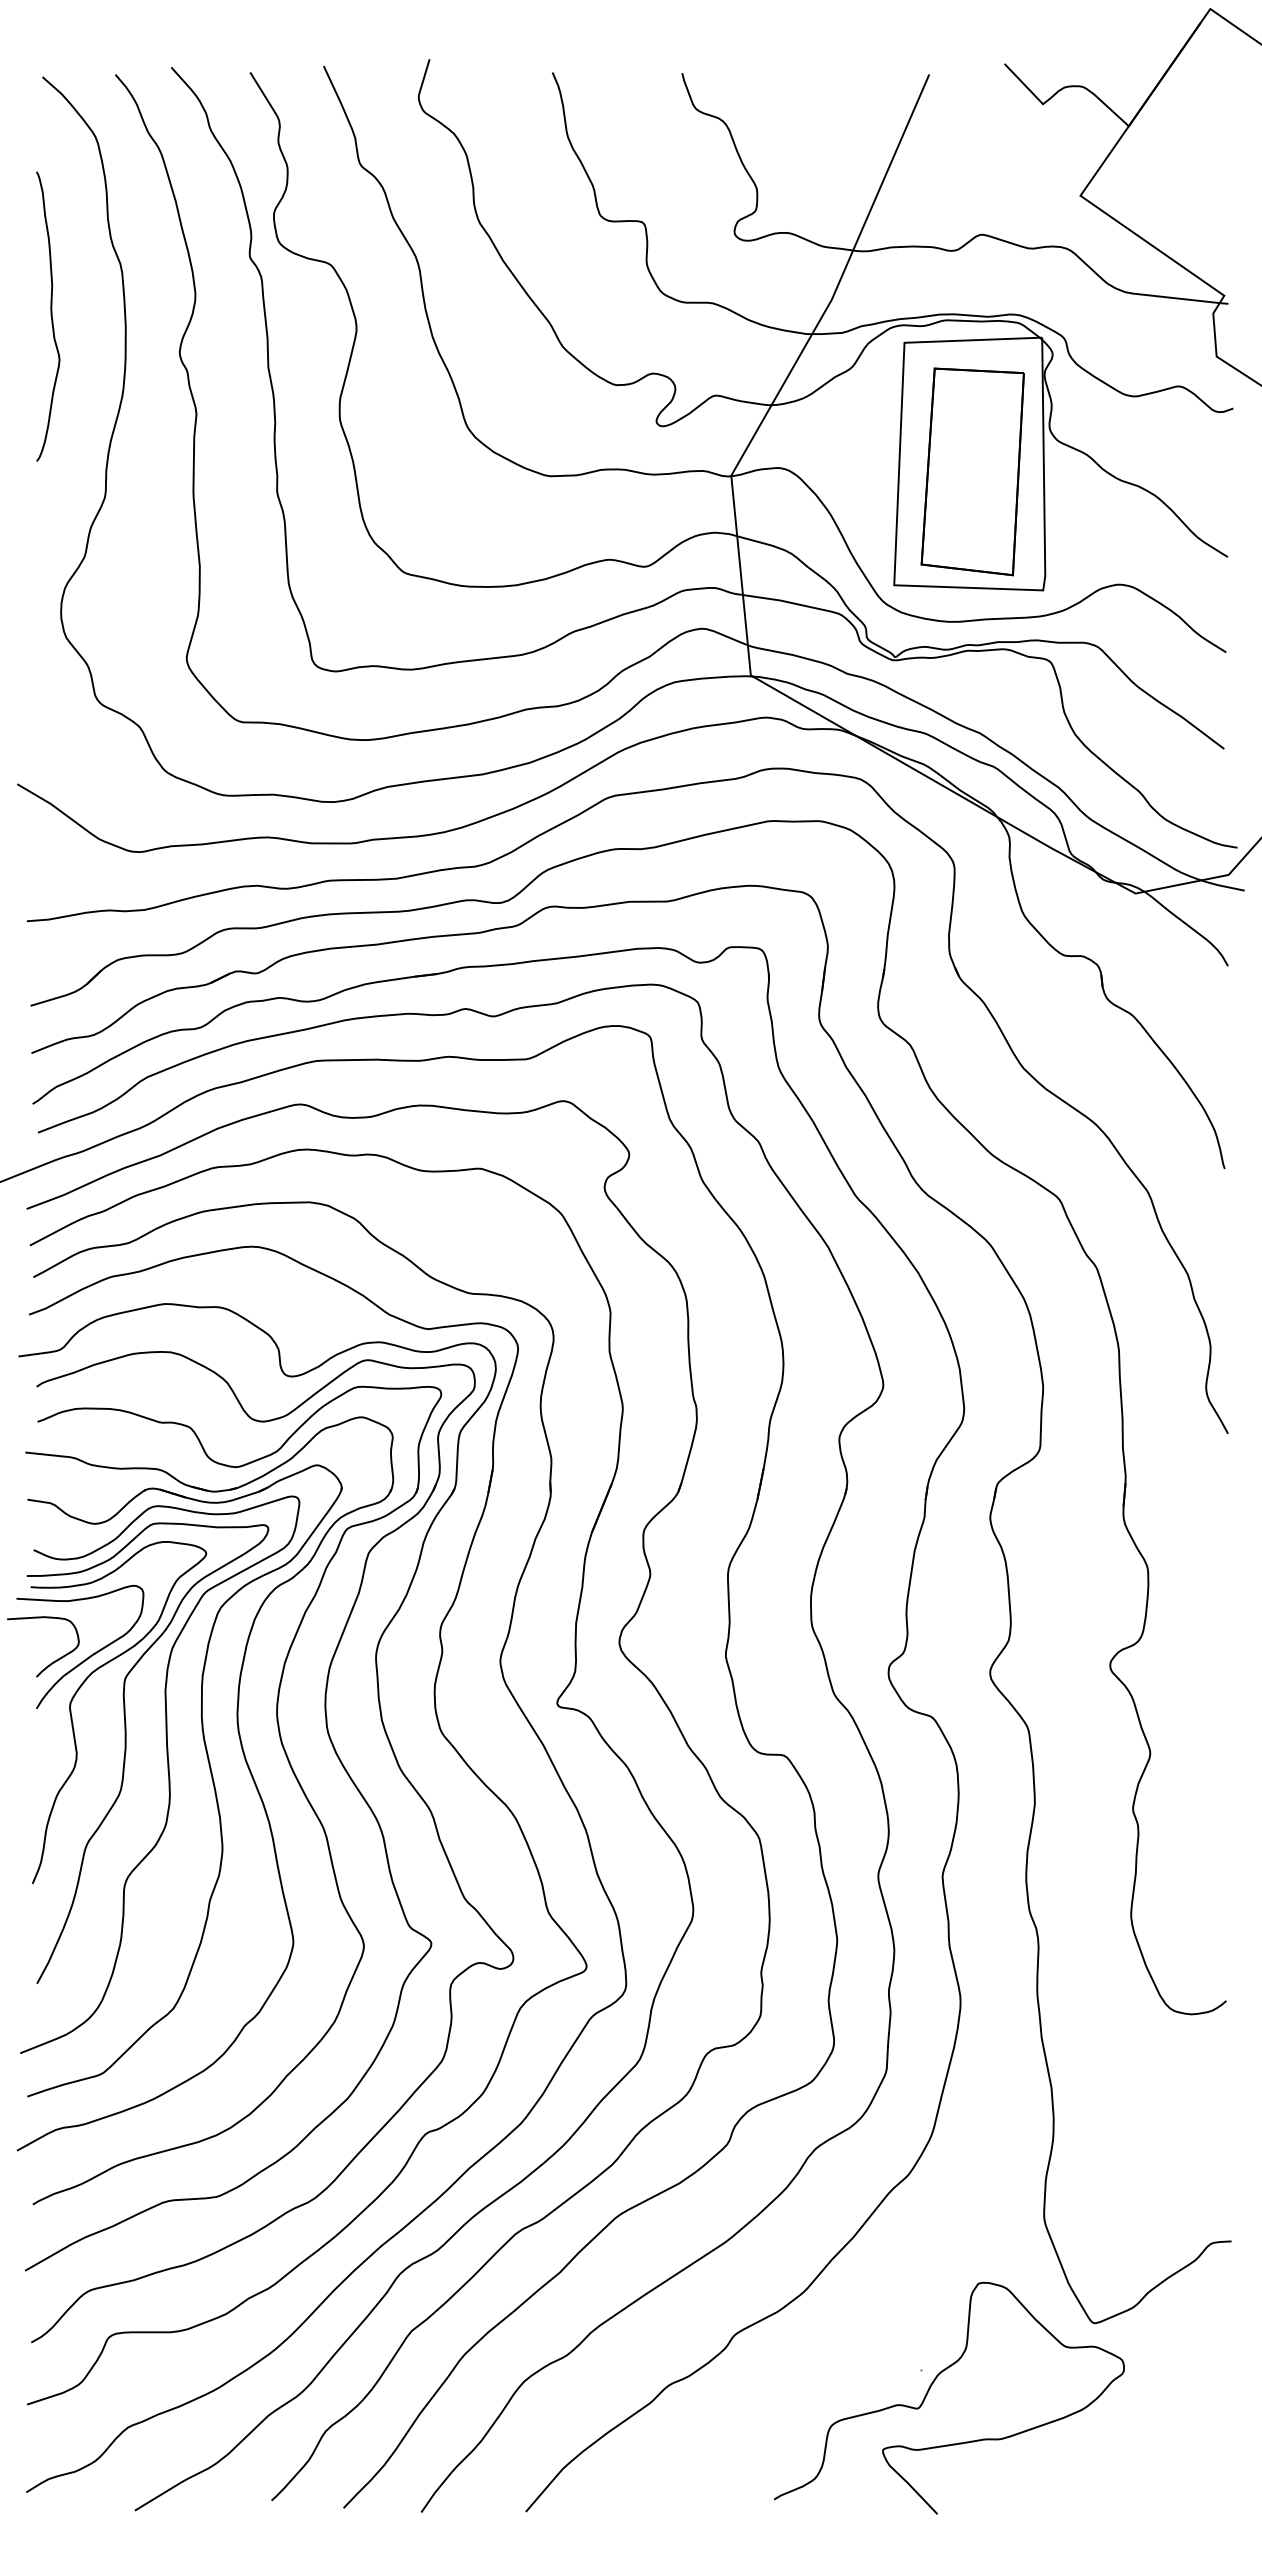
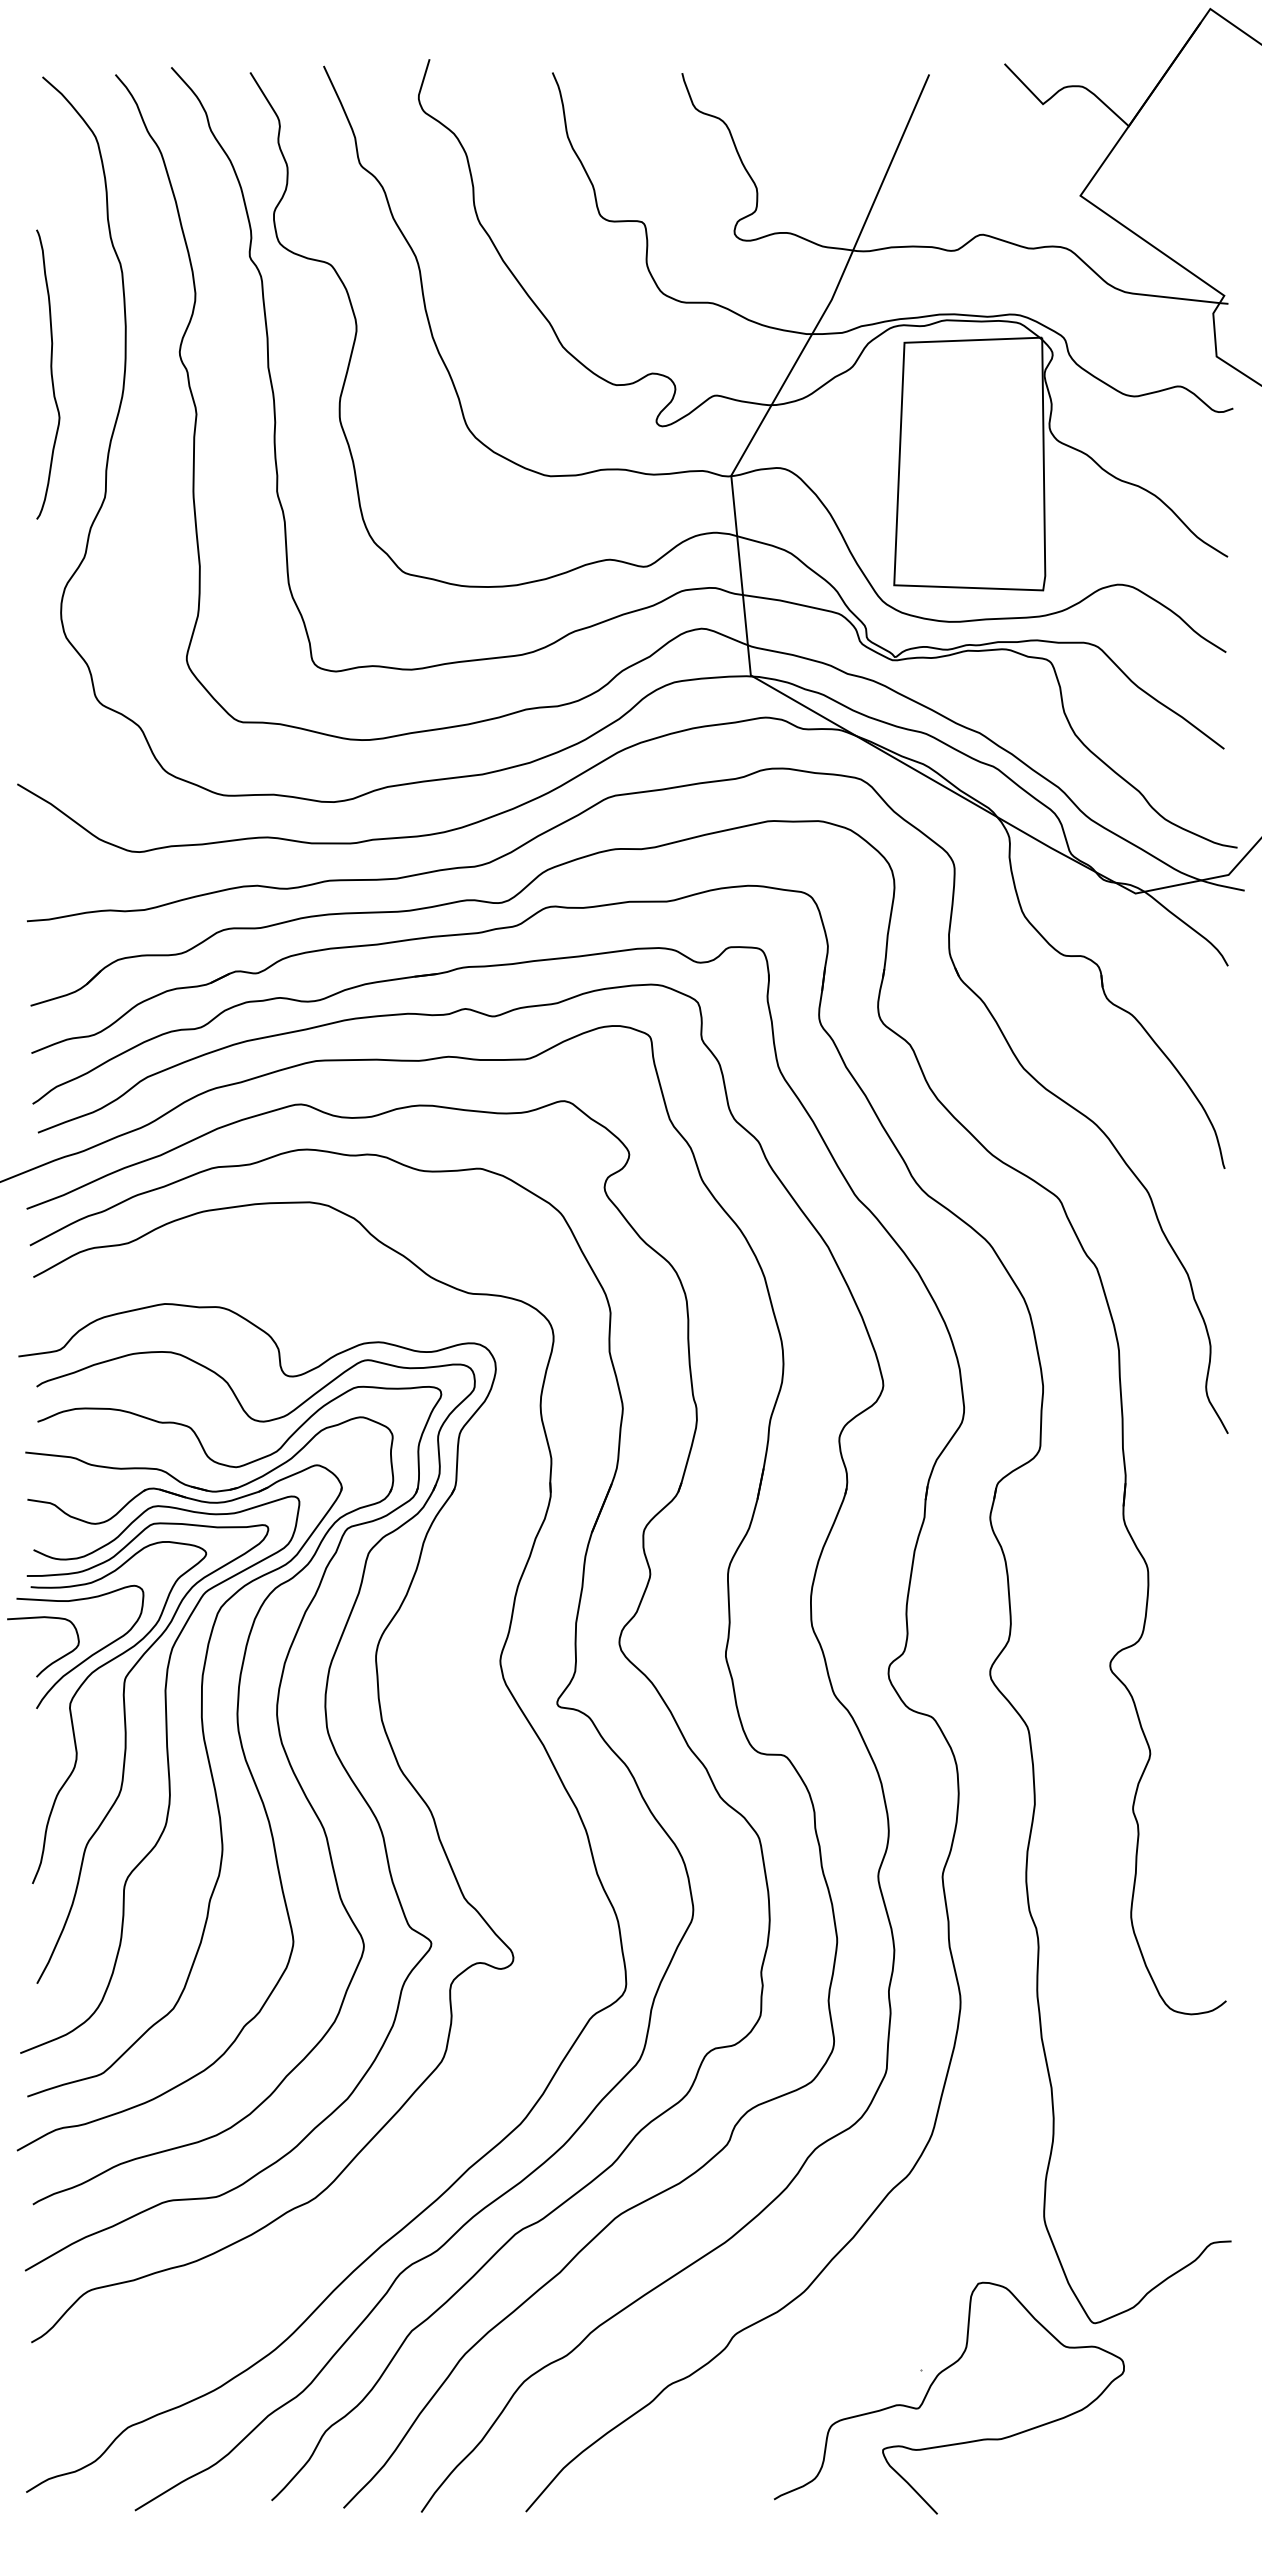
curve at (50, 316) position: (50, 316) -> (50, 374)
part at (972, 471): present -> none
part at (442, 1735): present -> none
